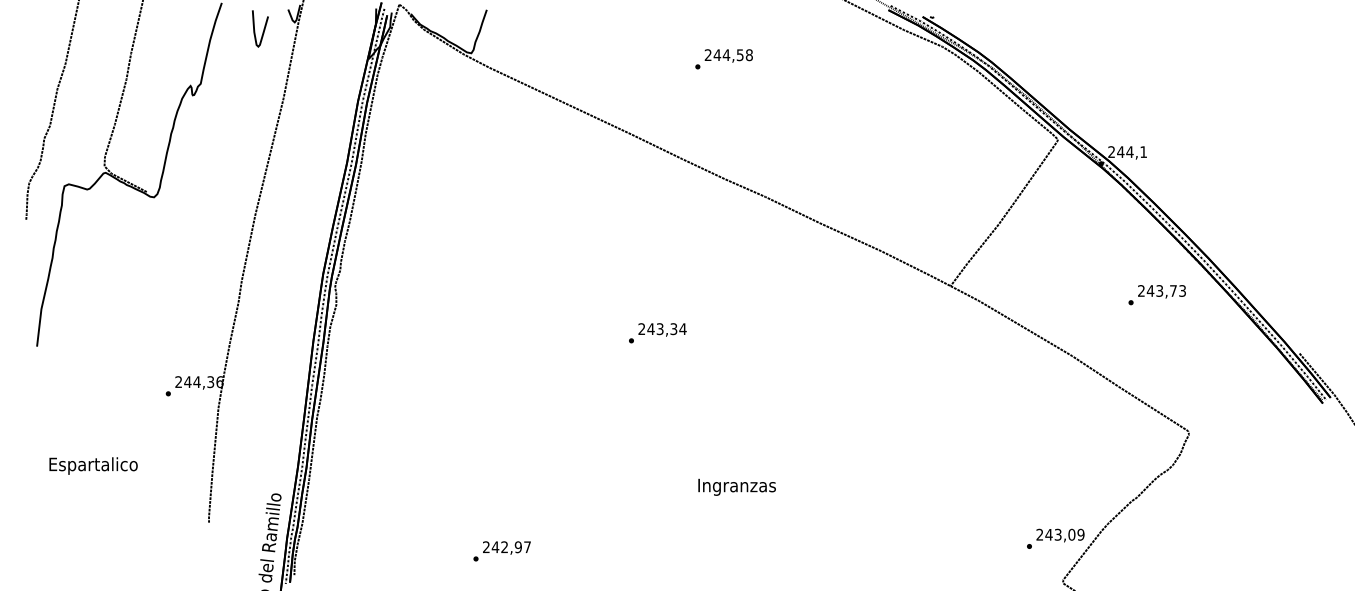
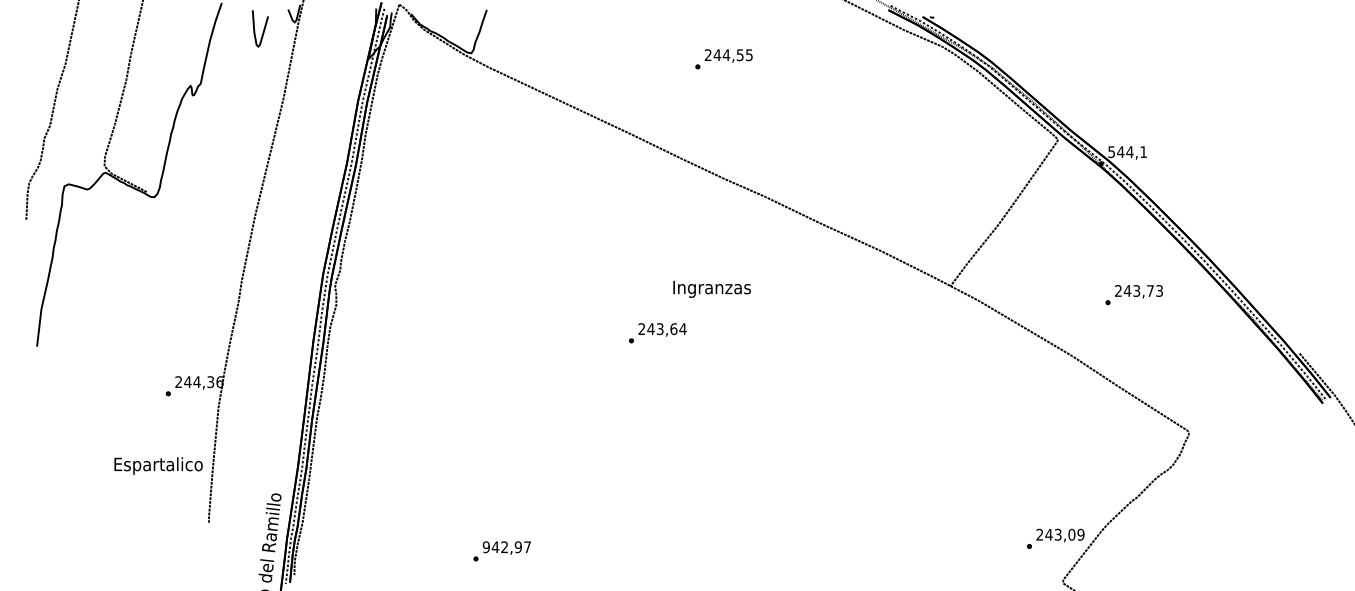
text at (748, 55): 244,58 -> 244,55
text at (1111, 152): 244,1 -> 544,1
text at (1156, 295) position: (1156, 295) -> (1133, 295)
text at (673, 329): 243,34 -> 243,64
text at (93, 465) position: (93, 465) -> (158, 465)
text at (736, 486) position: (736, 486) -> (711, 288)
text at (485, 547): 242,97 -> 942,97
